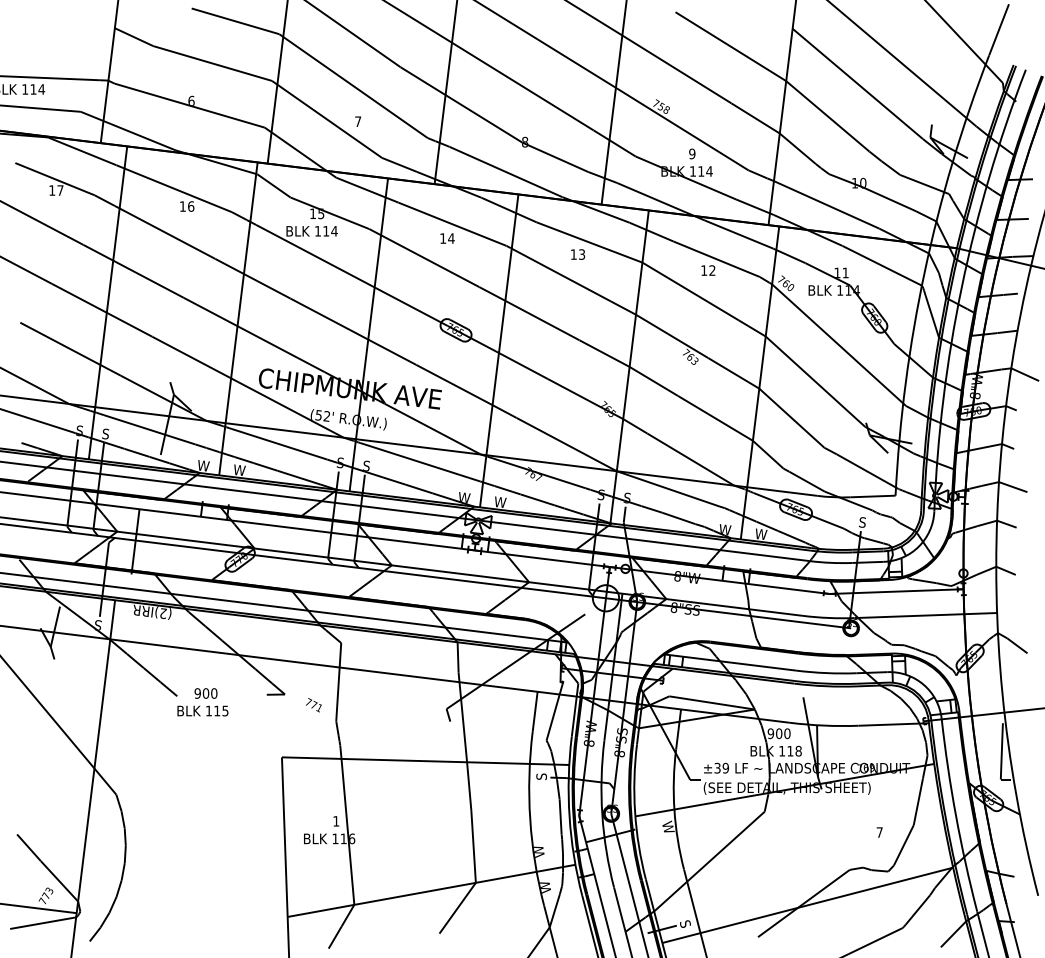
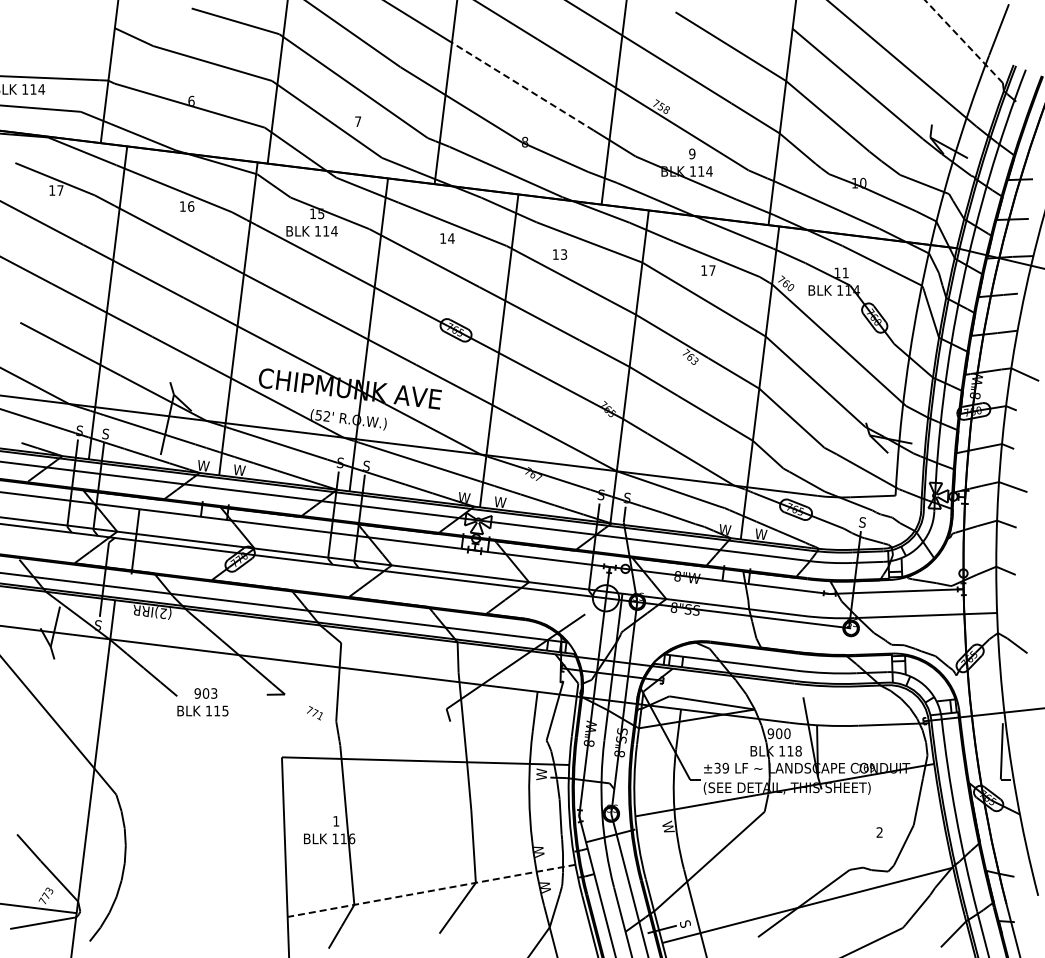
line at (963, 41): solid -> dashed
line at (522, 86): solid -> dashed
text at (578, 254) position: (578, 254) -> (560, 254)
text at (712, 270): 12 -> 17
text at (214, 693): 900 -> 903
text at (313, 705) position: (313, 705) -> (314, 713)
text at (541, 774): S -> W
text at (879, 832): 7 -> 2
line at (431, 890): solid -> dashed
